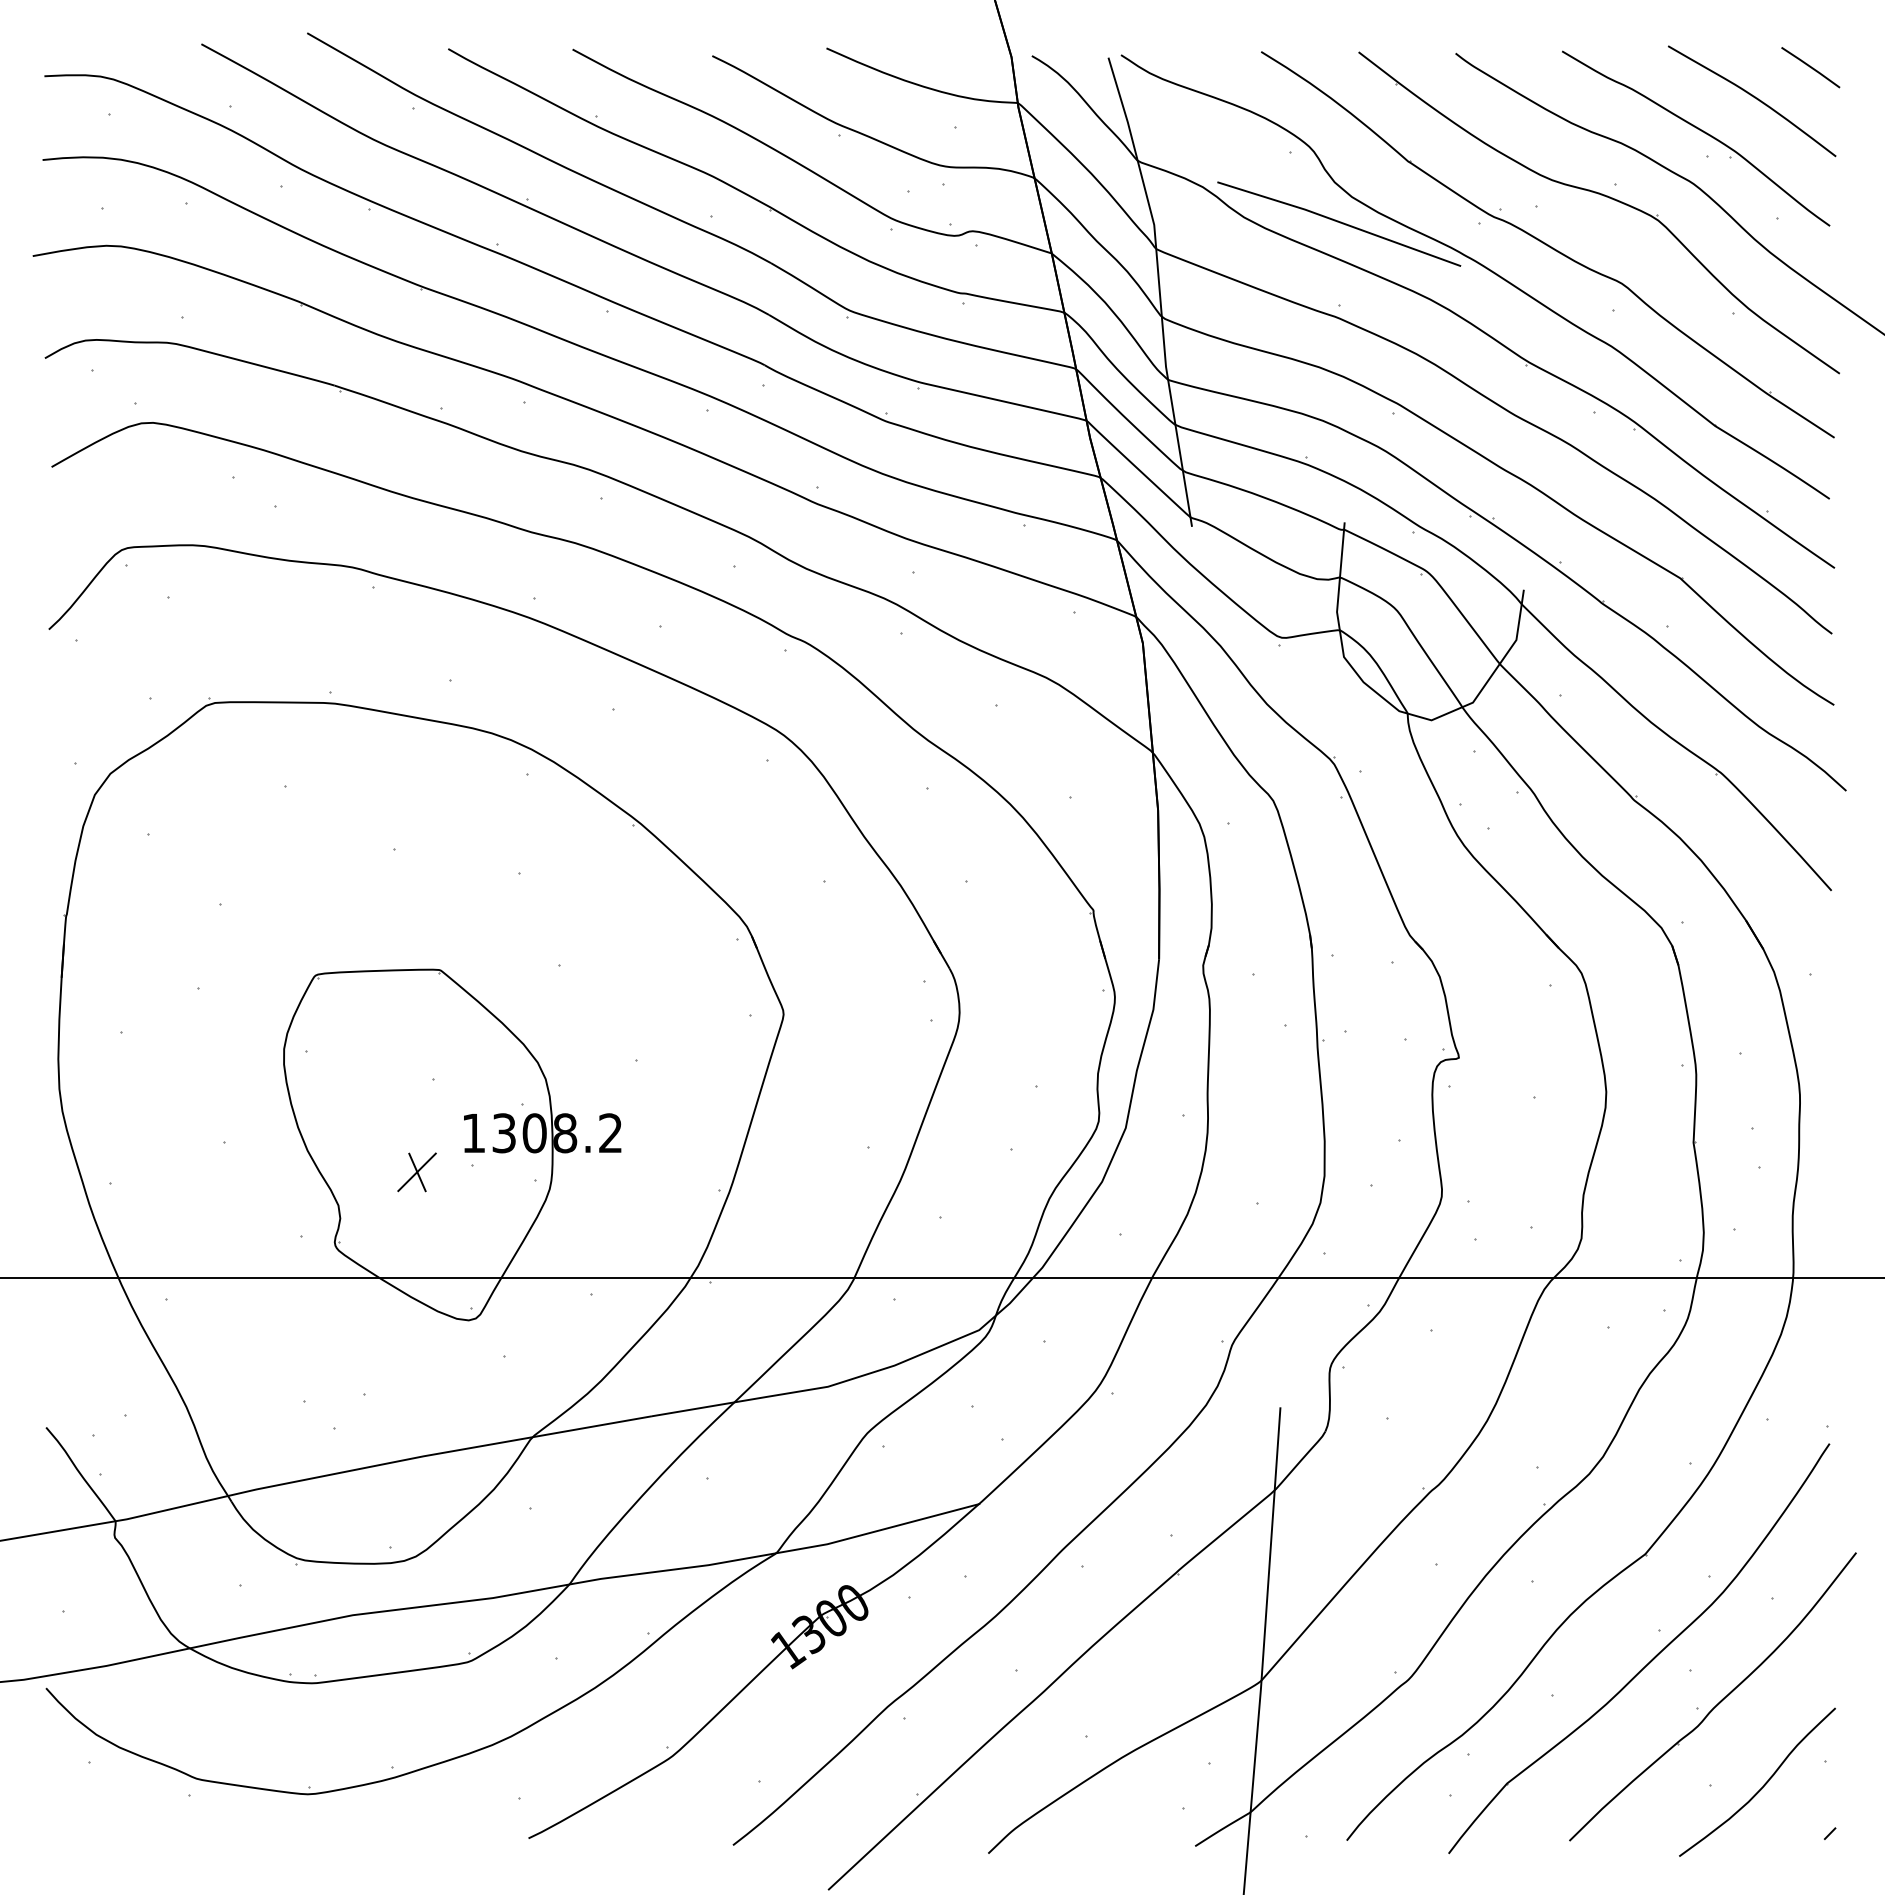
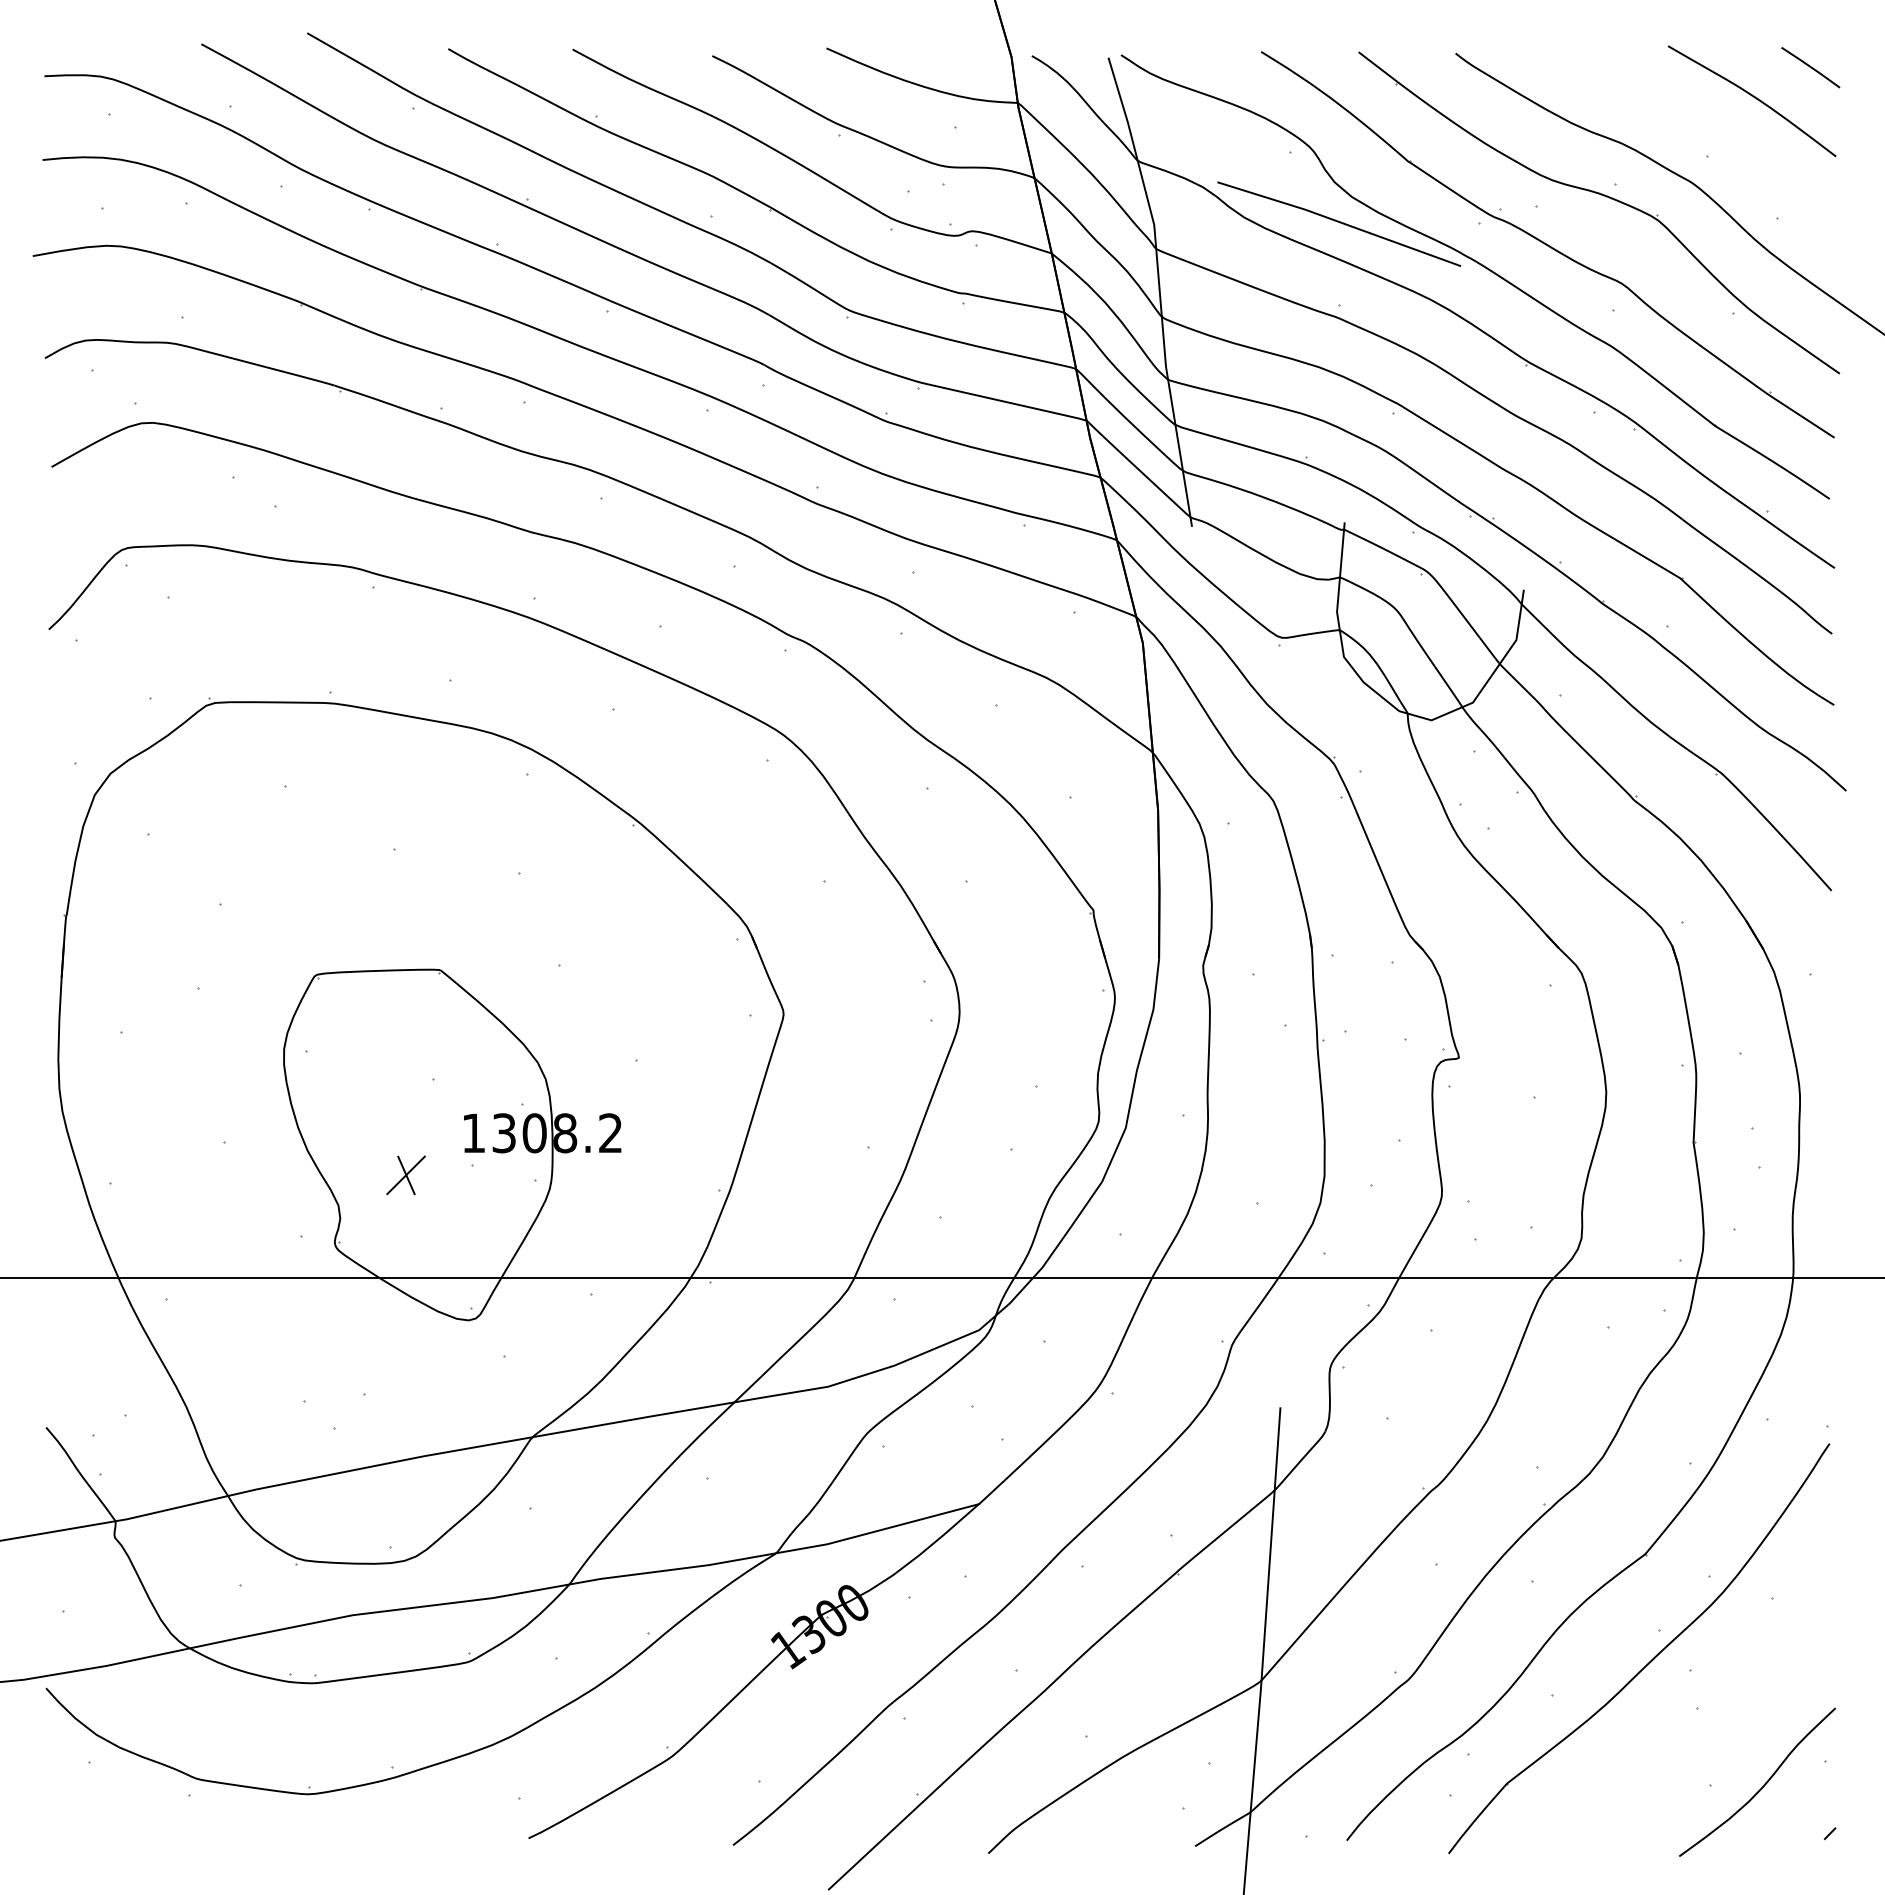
part at (1702, 132): present -> none
part at (416, 1172) position: (416, 1172) -> (405, 1175)
part at (1718, 1702): present -> none
